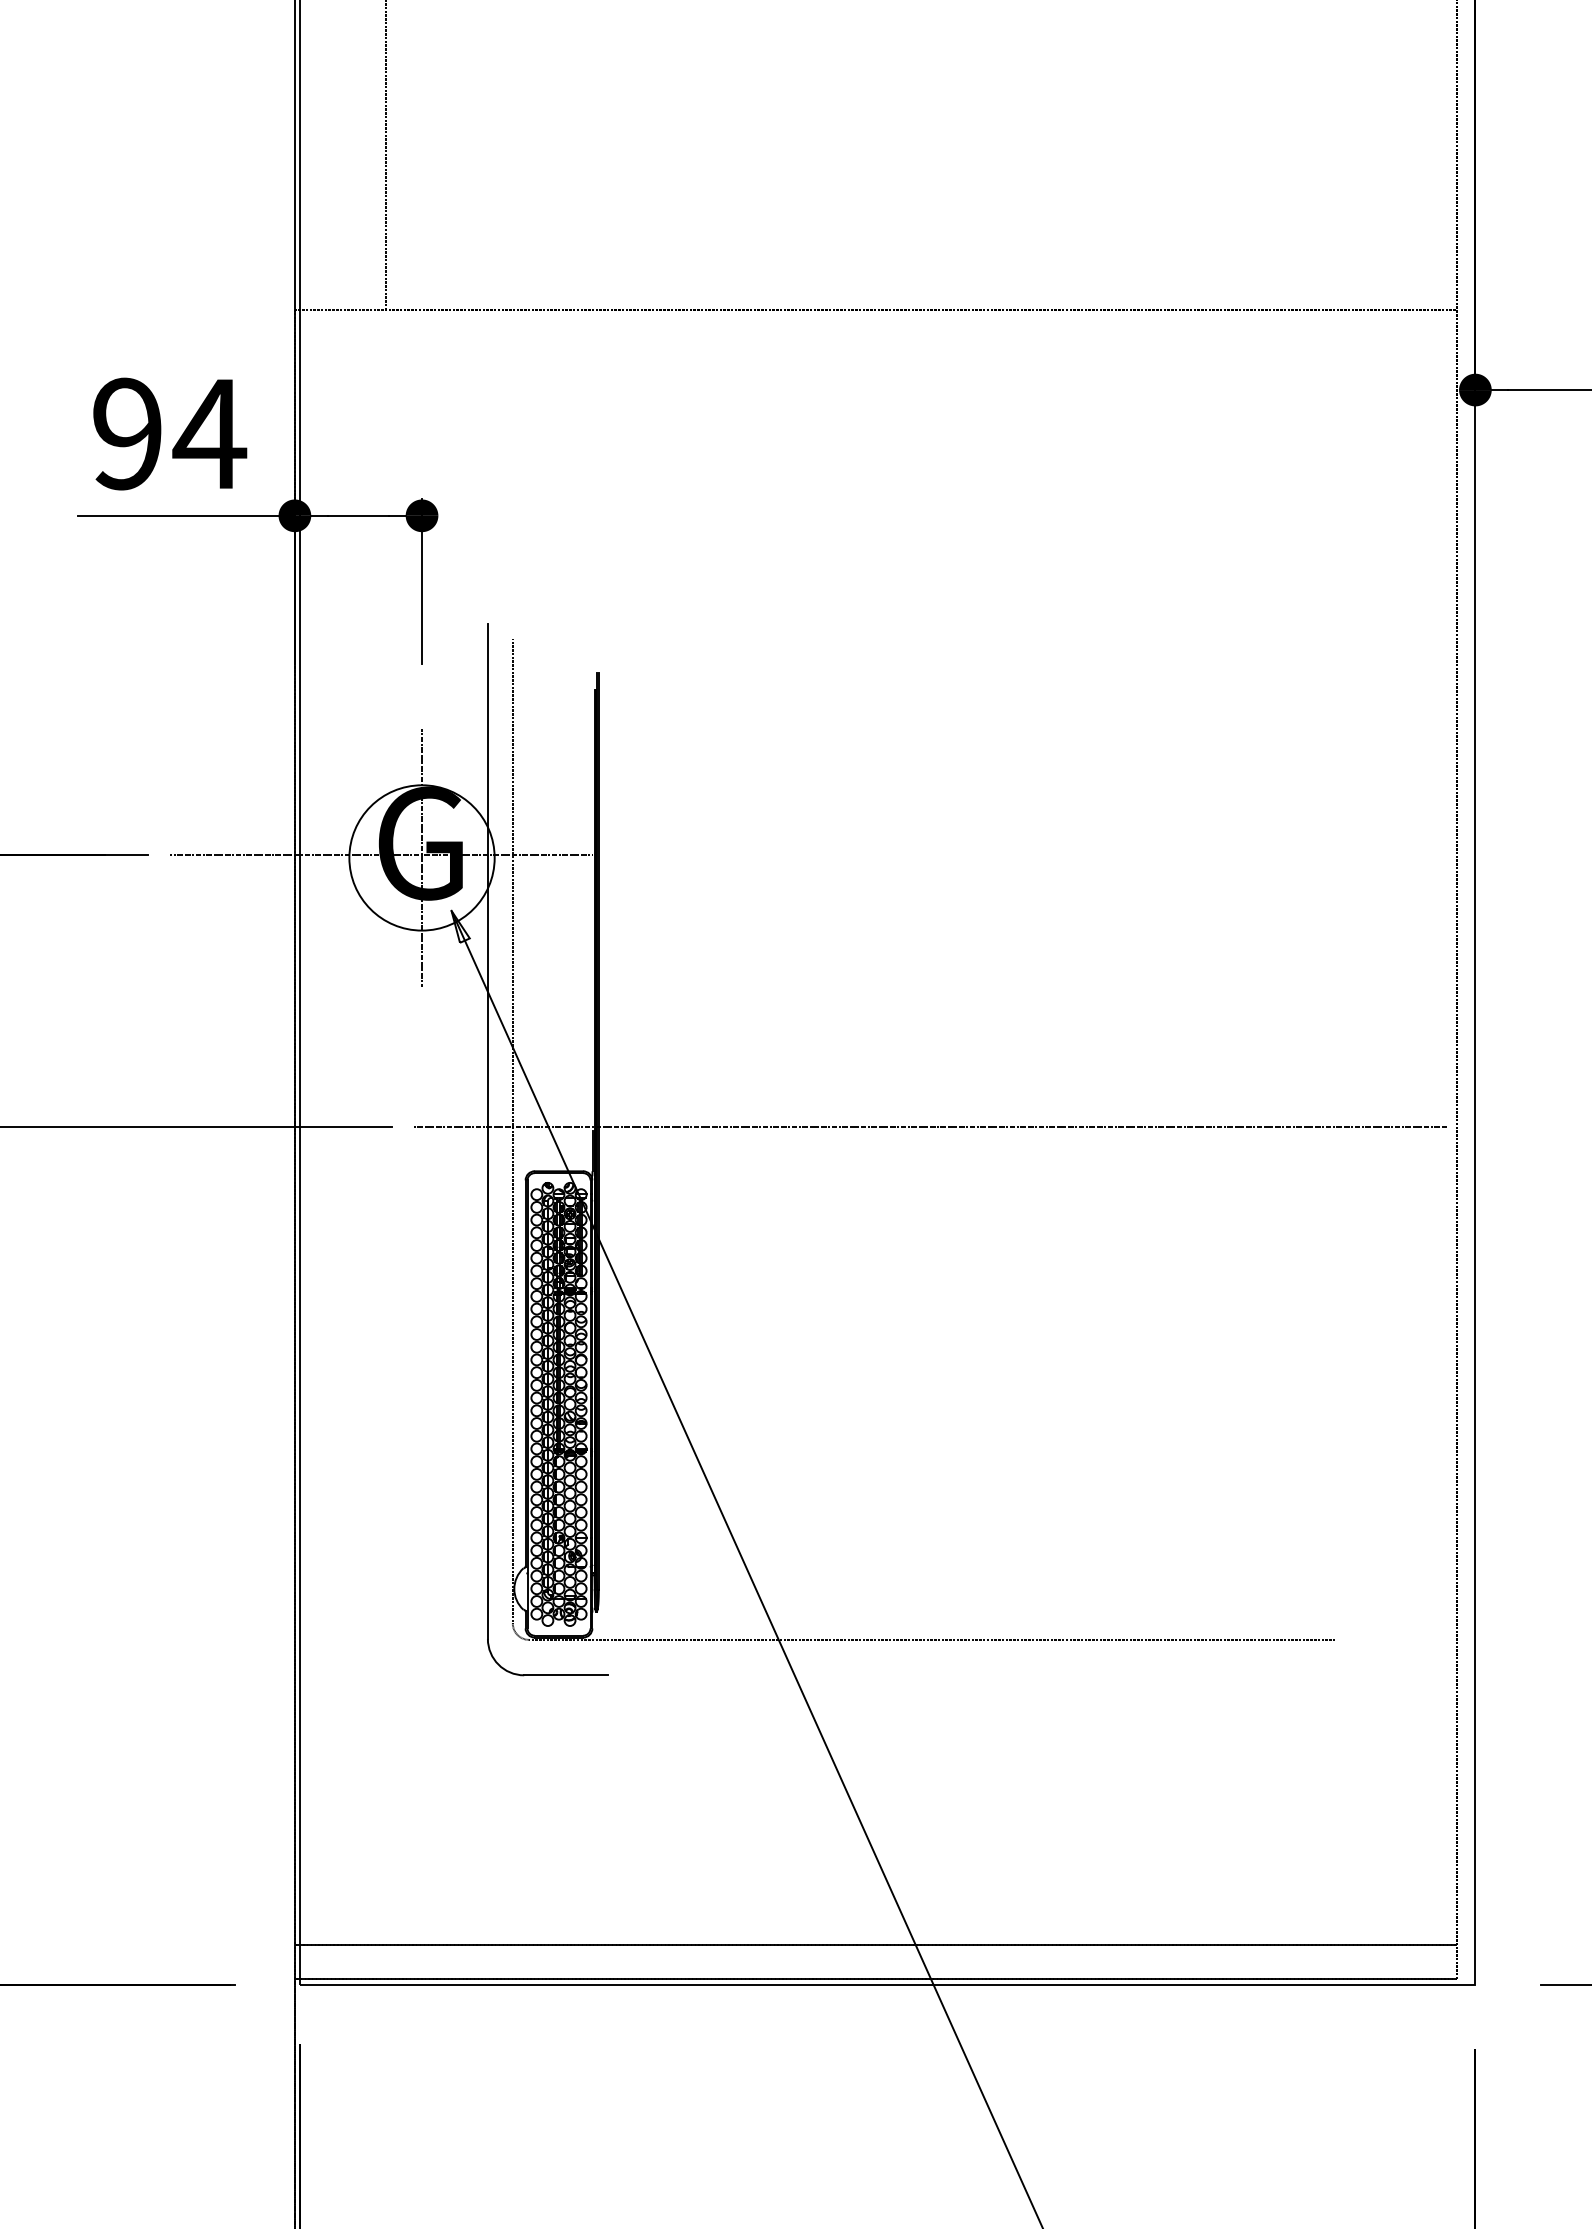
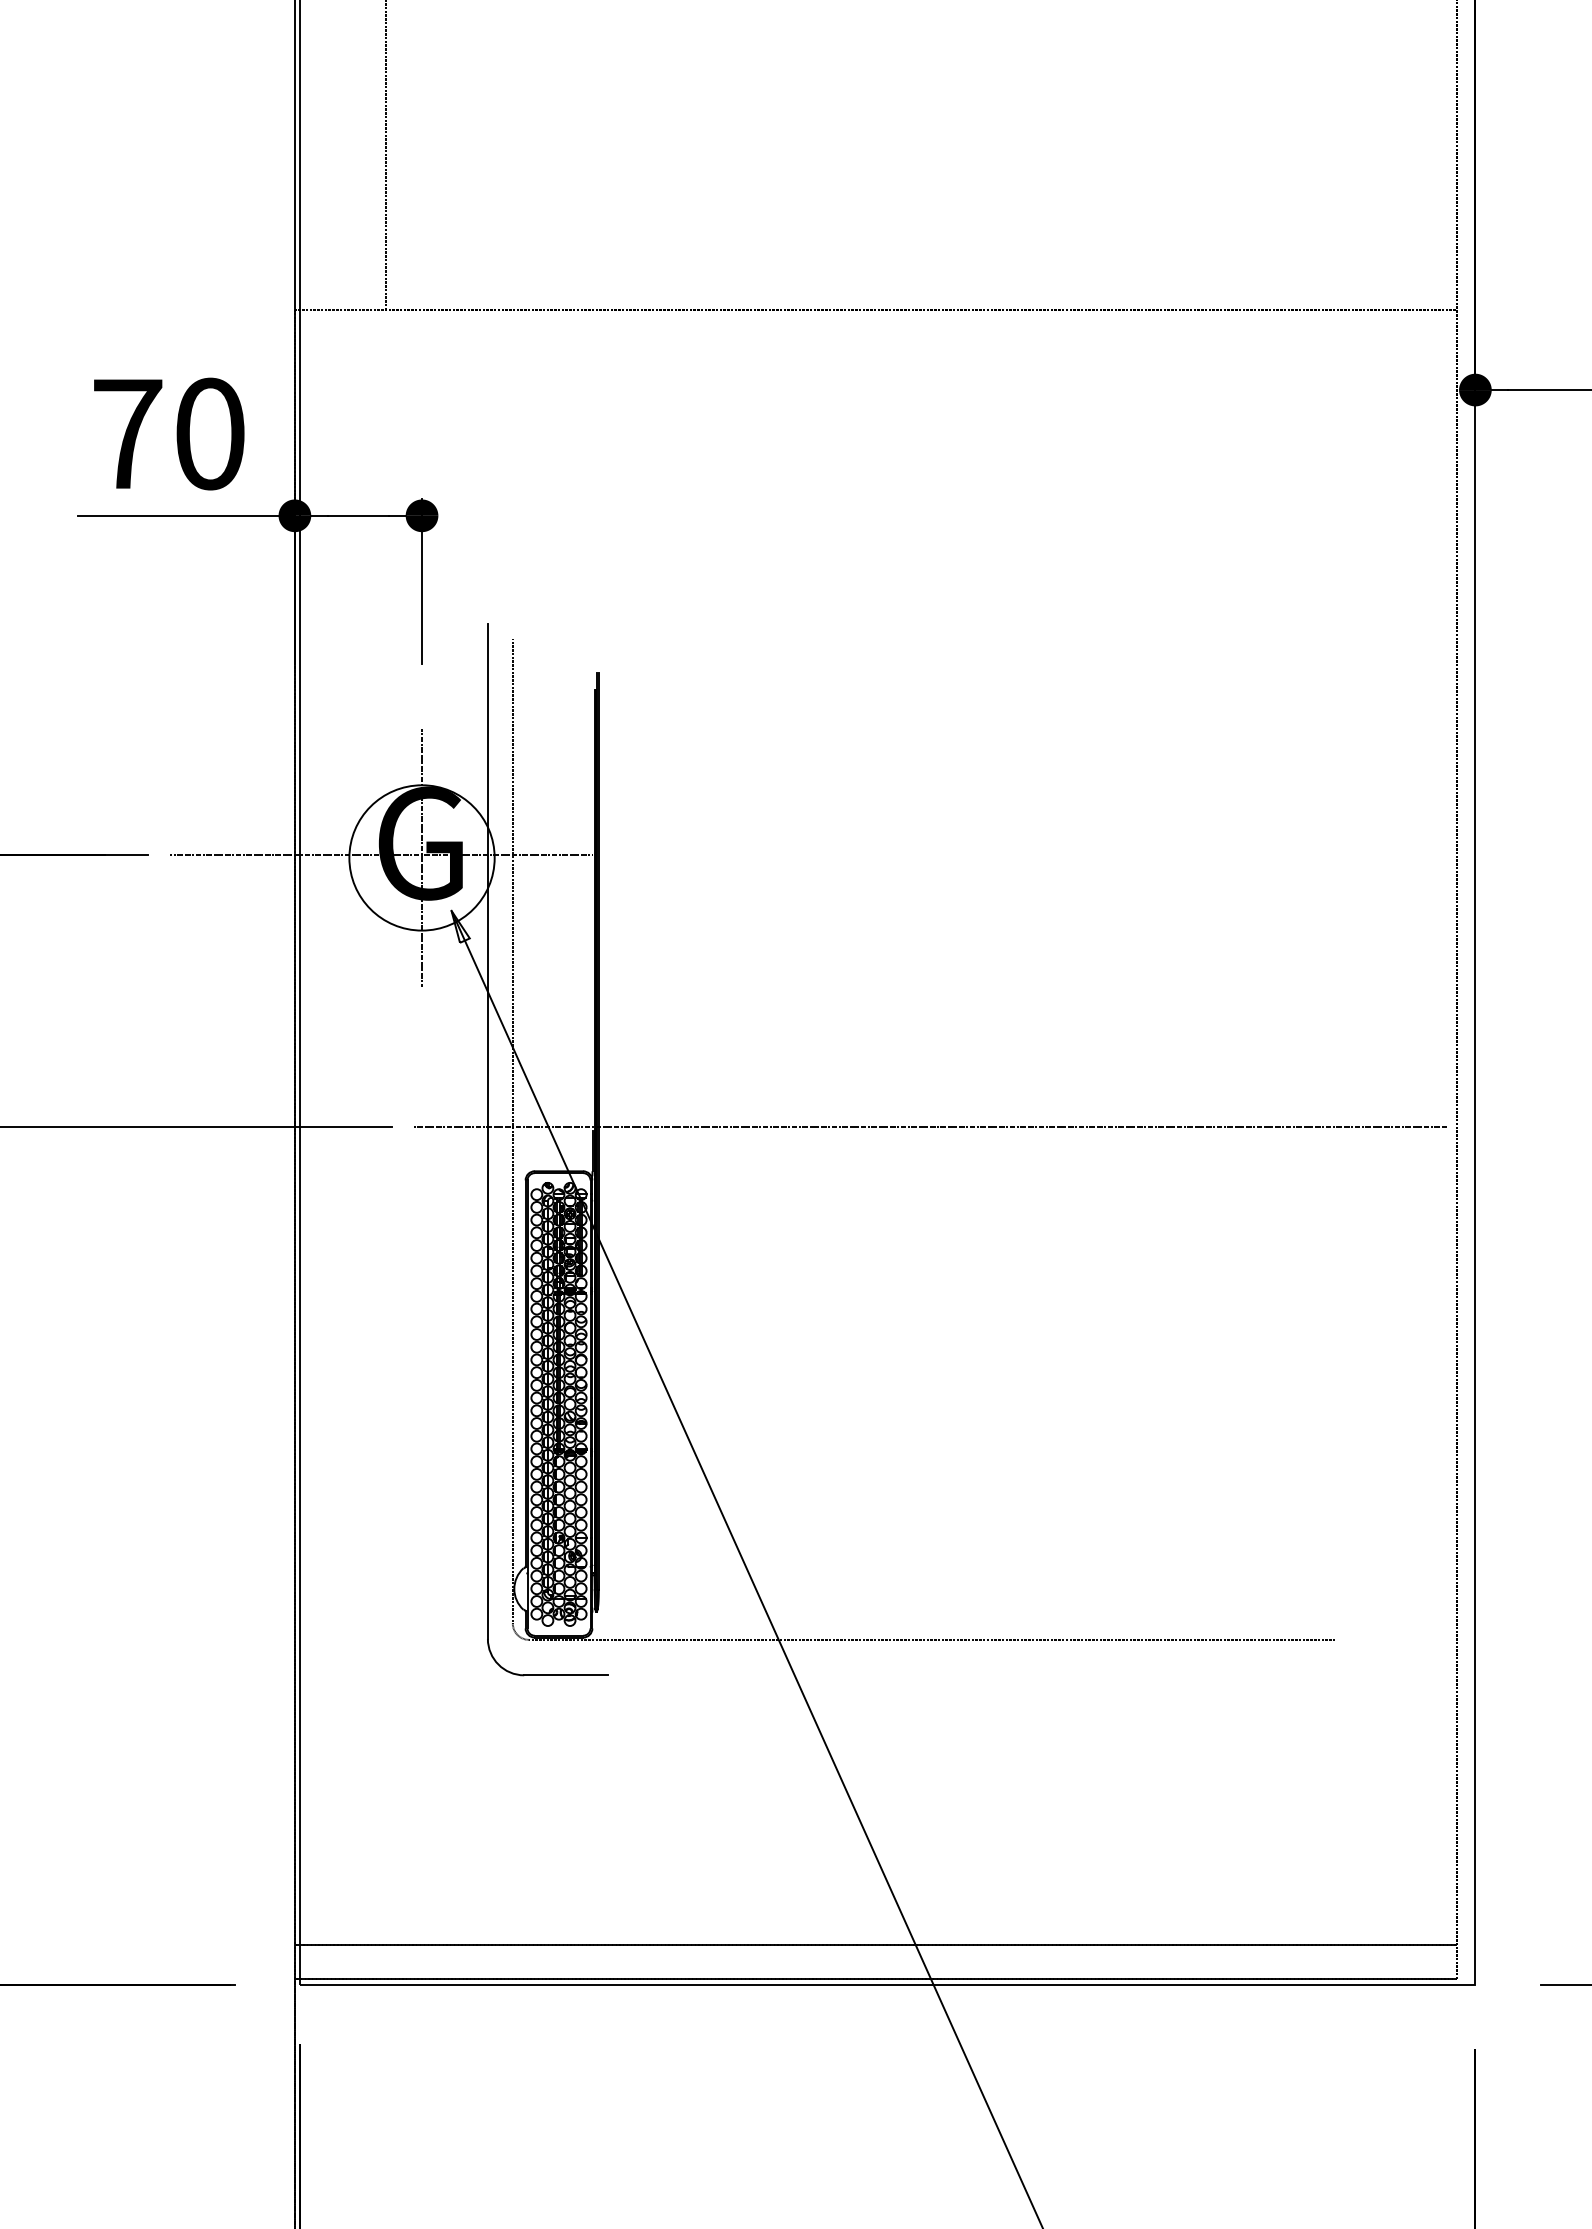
text at (170, 433): 94 -> 70
